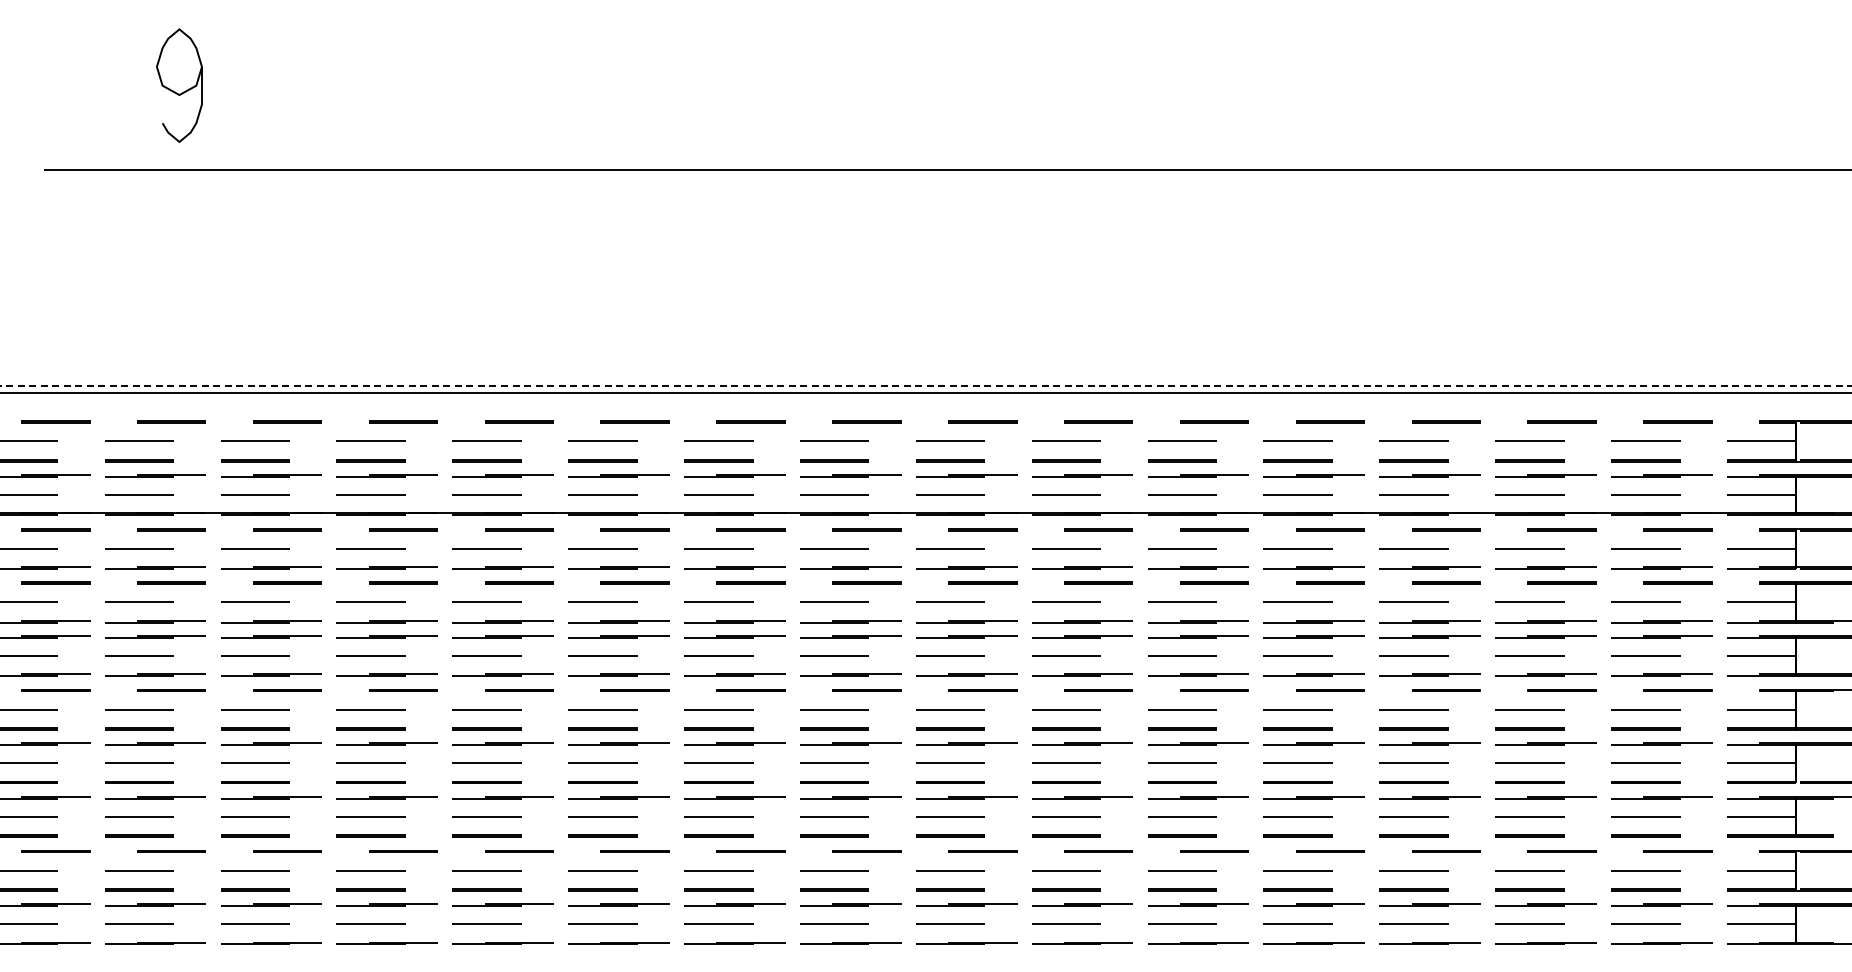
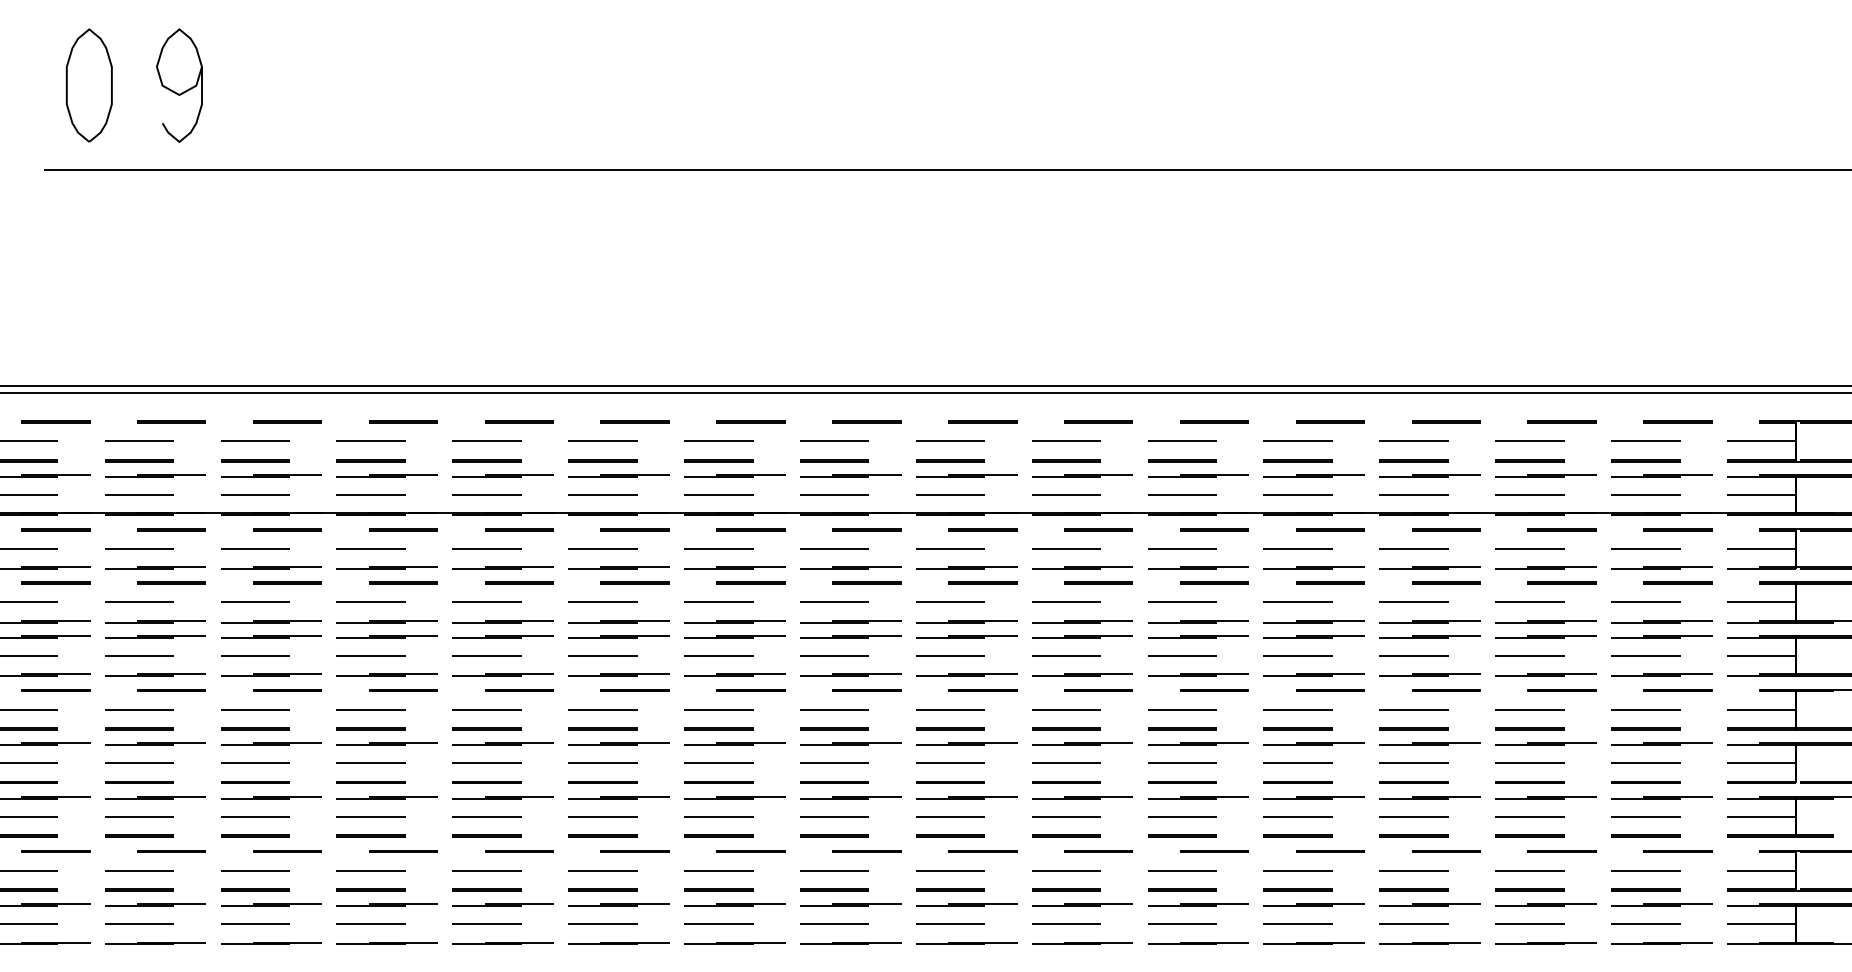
part at (88, 85): none -> present
line at (926, 386): dashed -> solid
